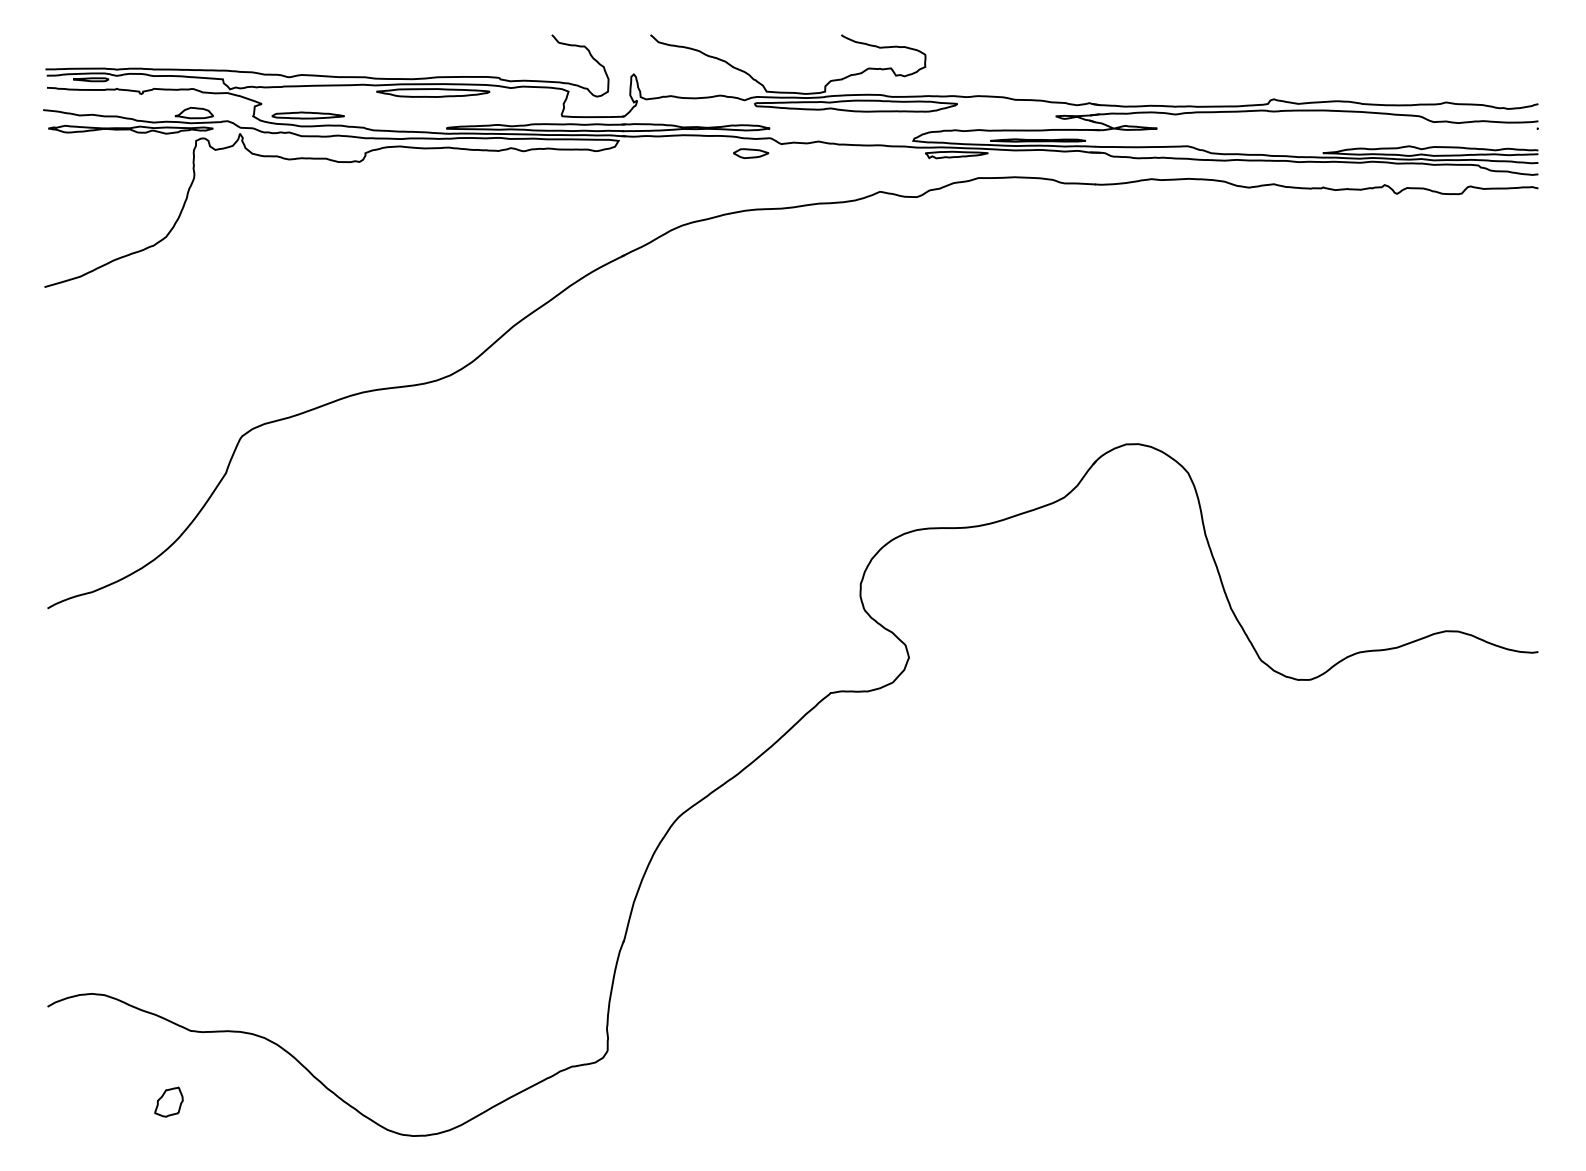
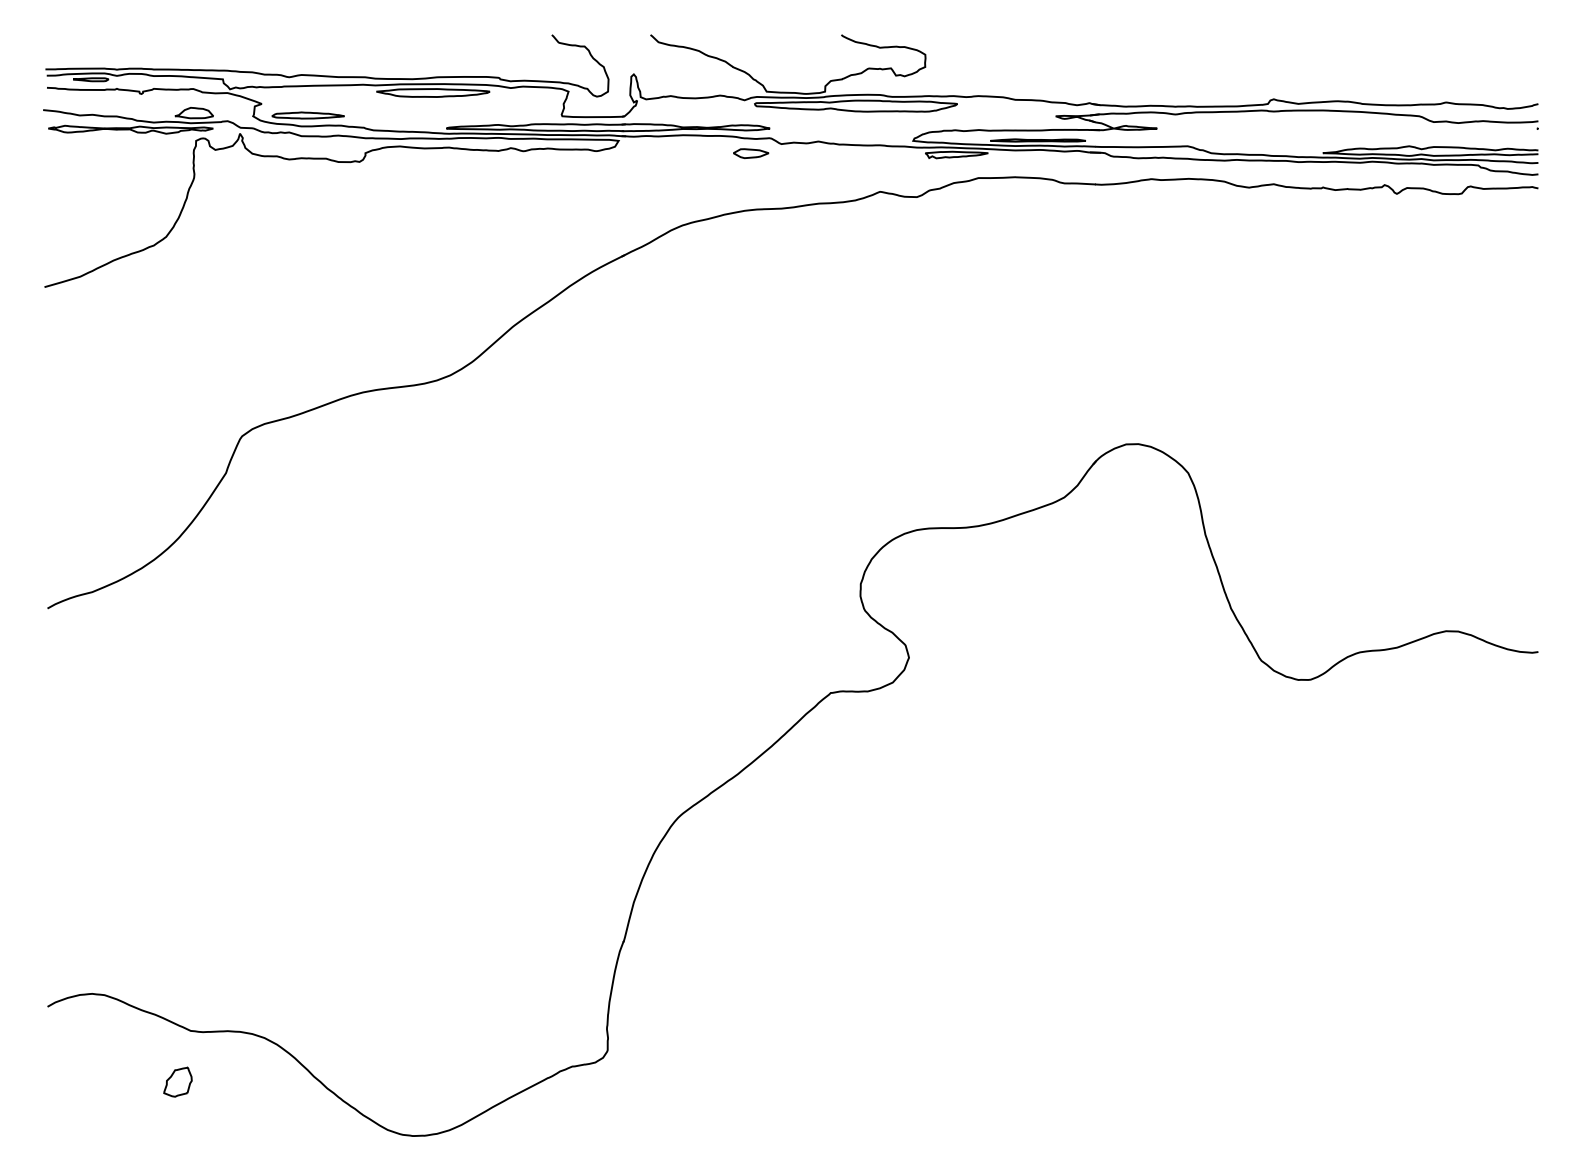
part at (168, 1101) position: (168, 1101) -> (177, 1081)
